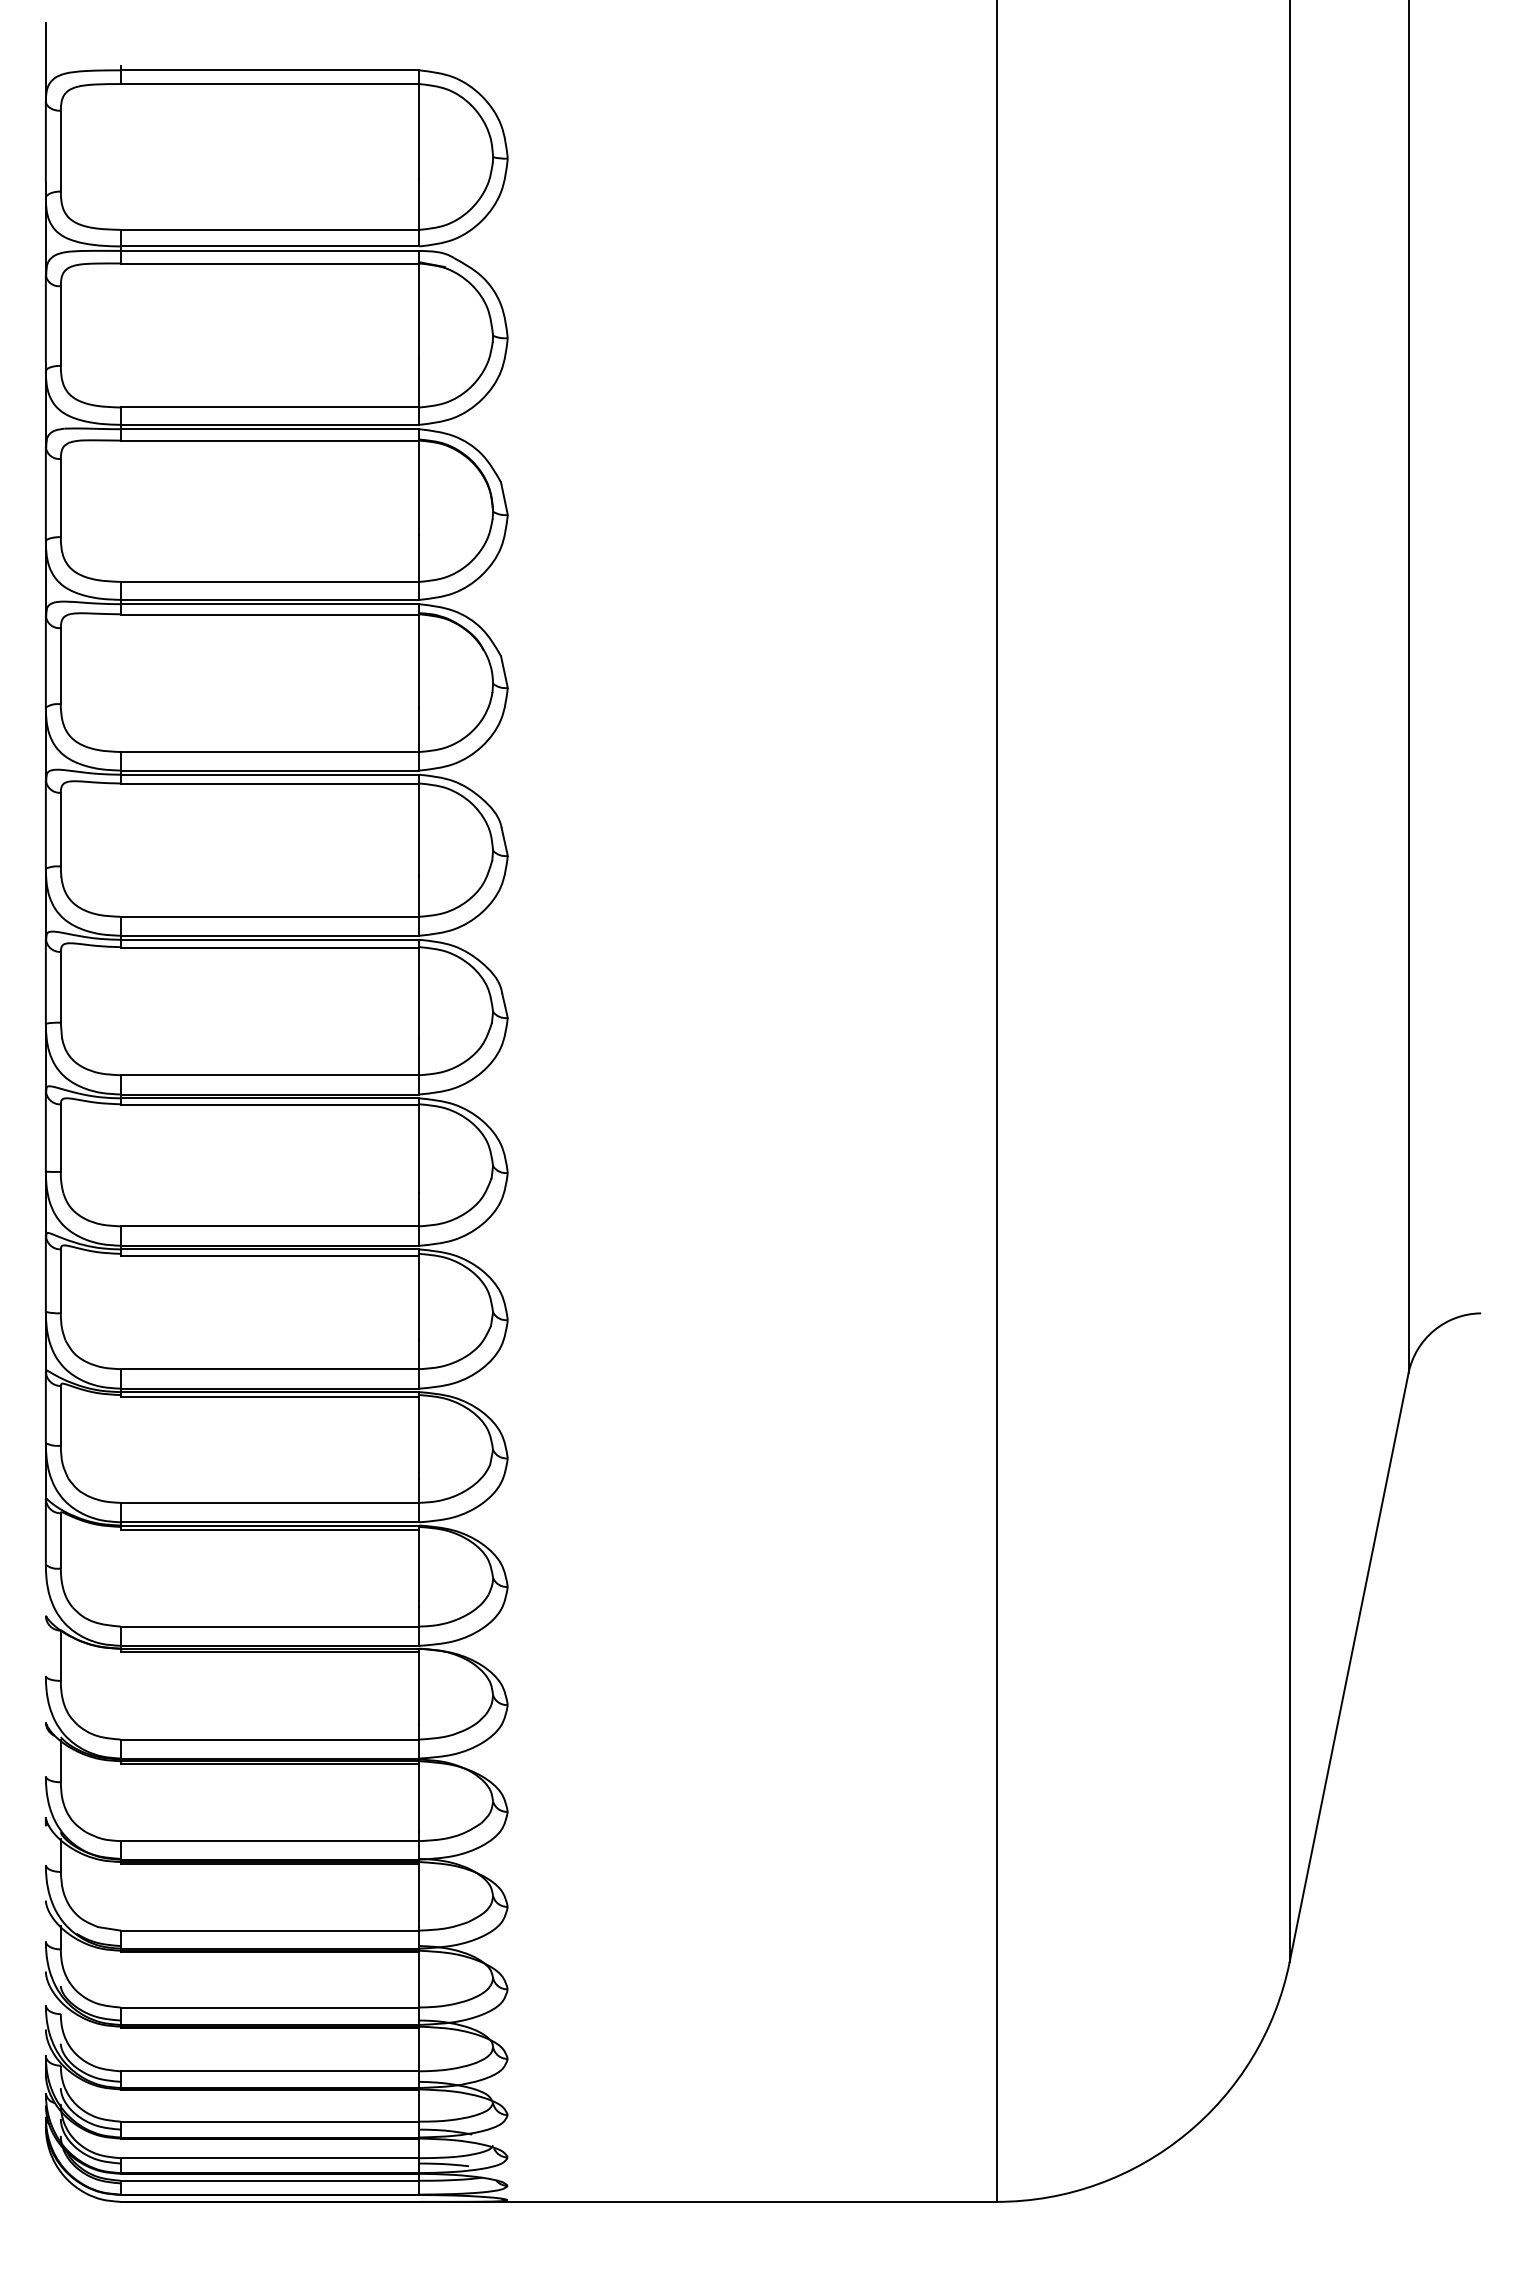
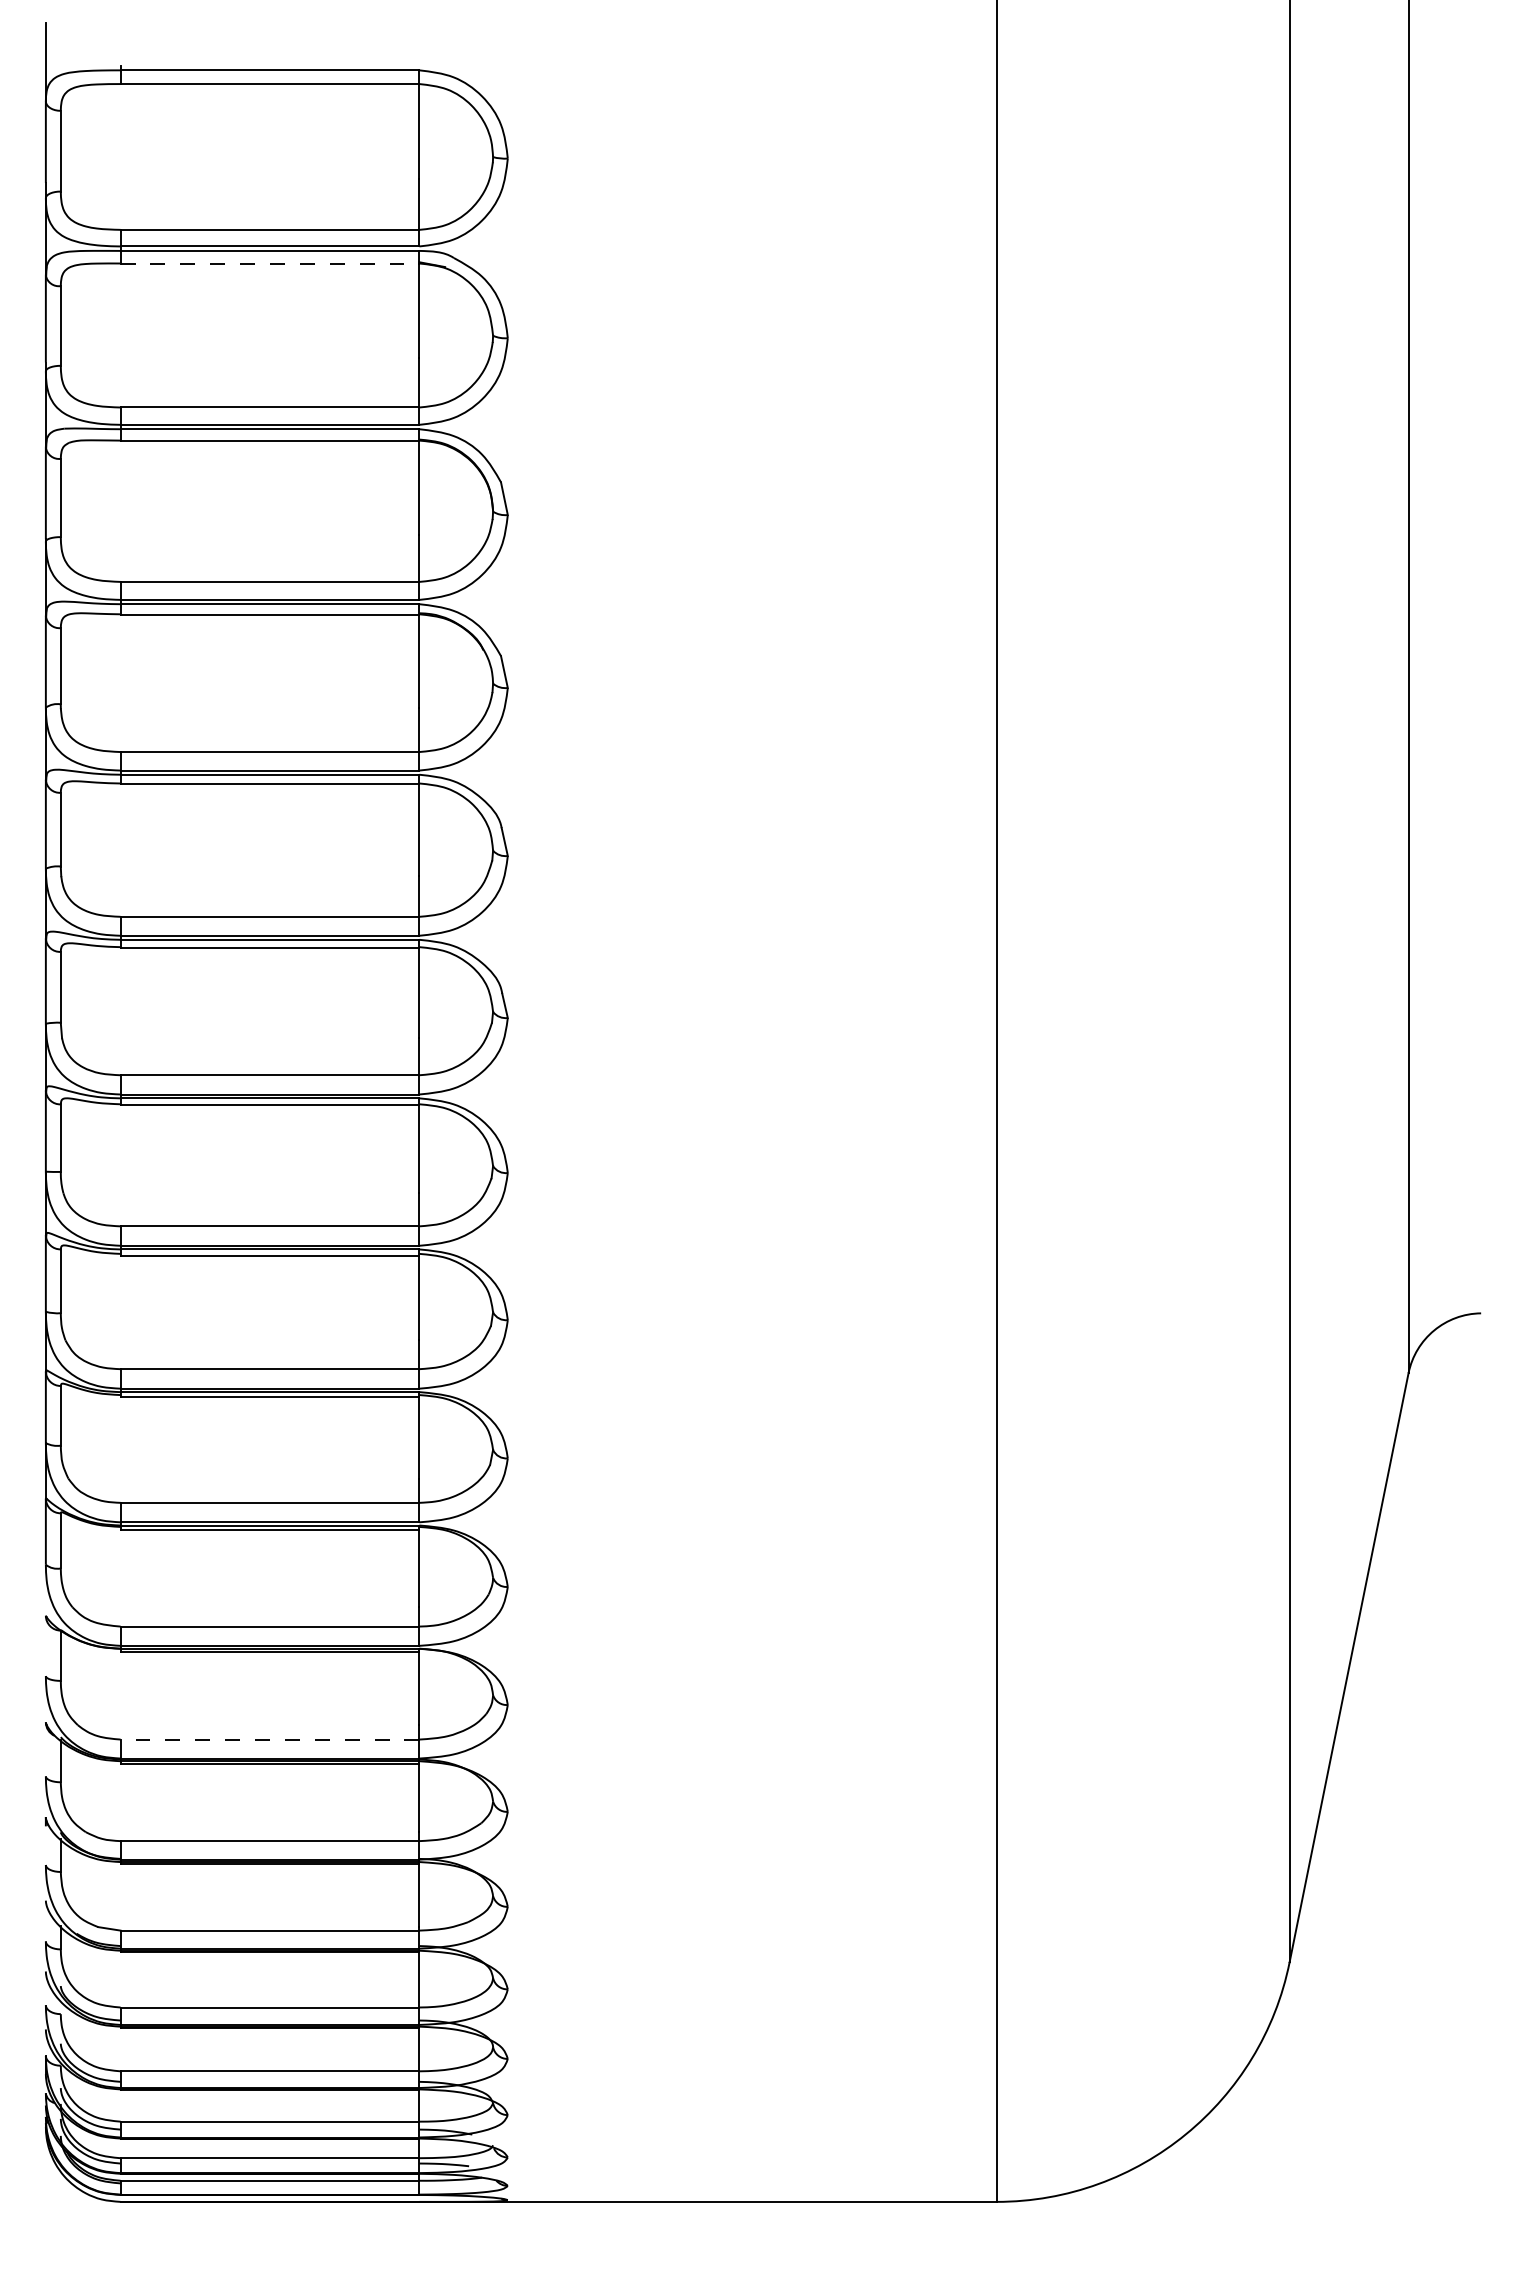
line at (270, 263): solid -> dashed
line at (269, 1739): solid -> dashed
